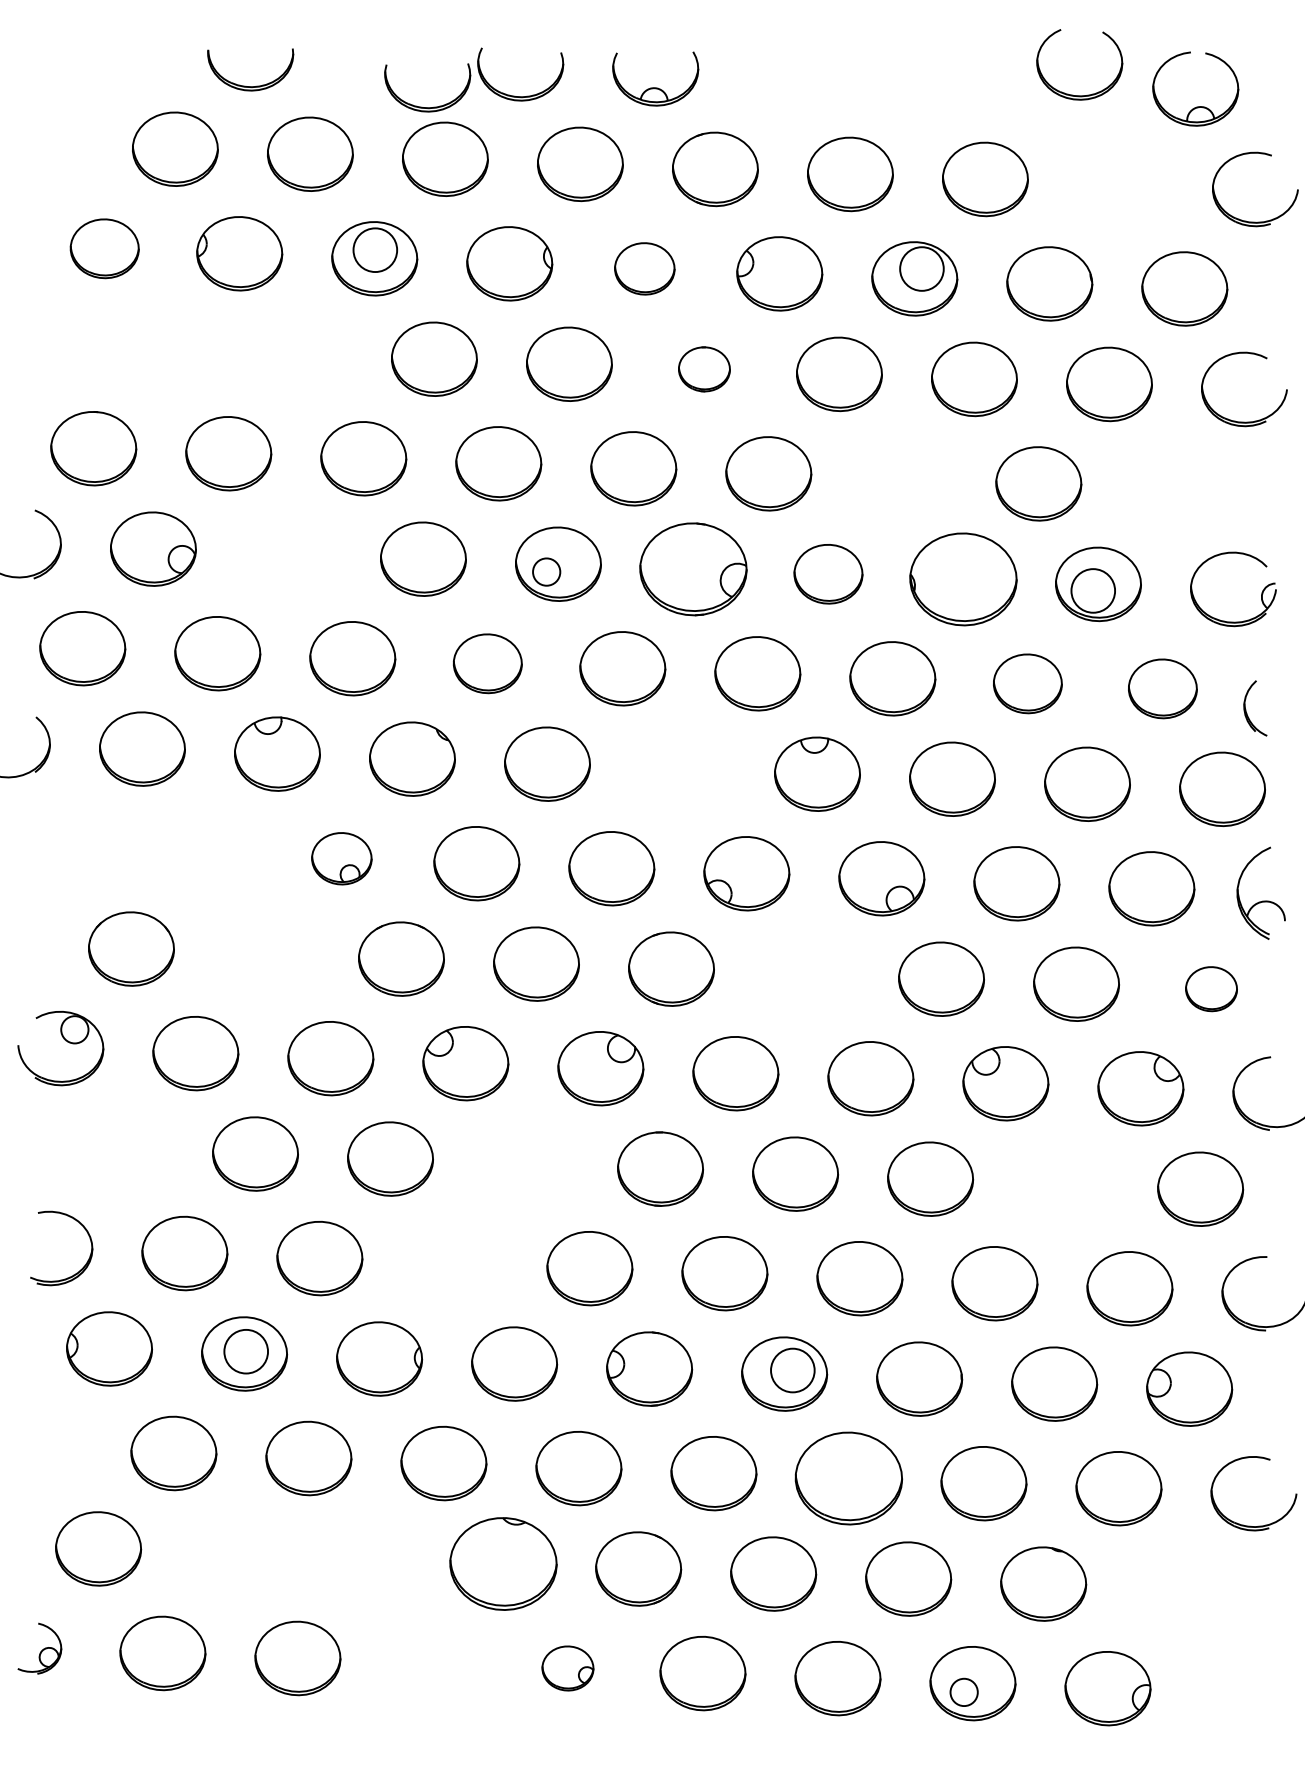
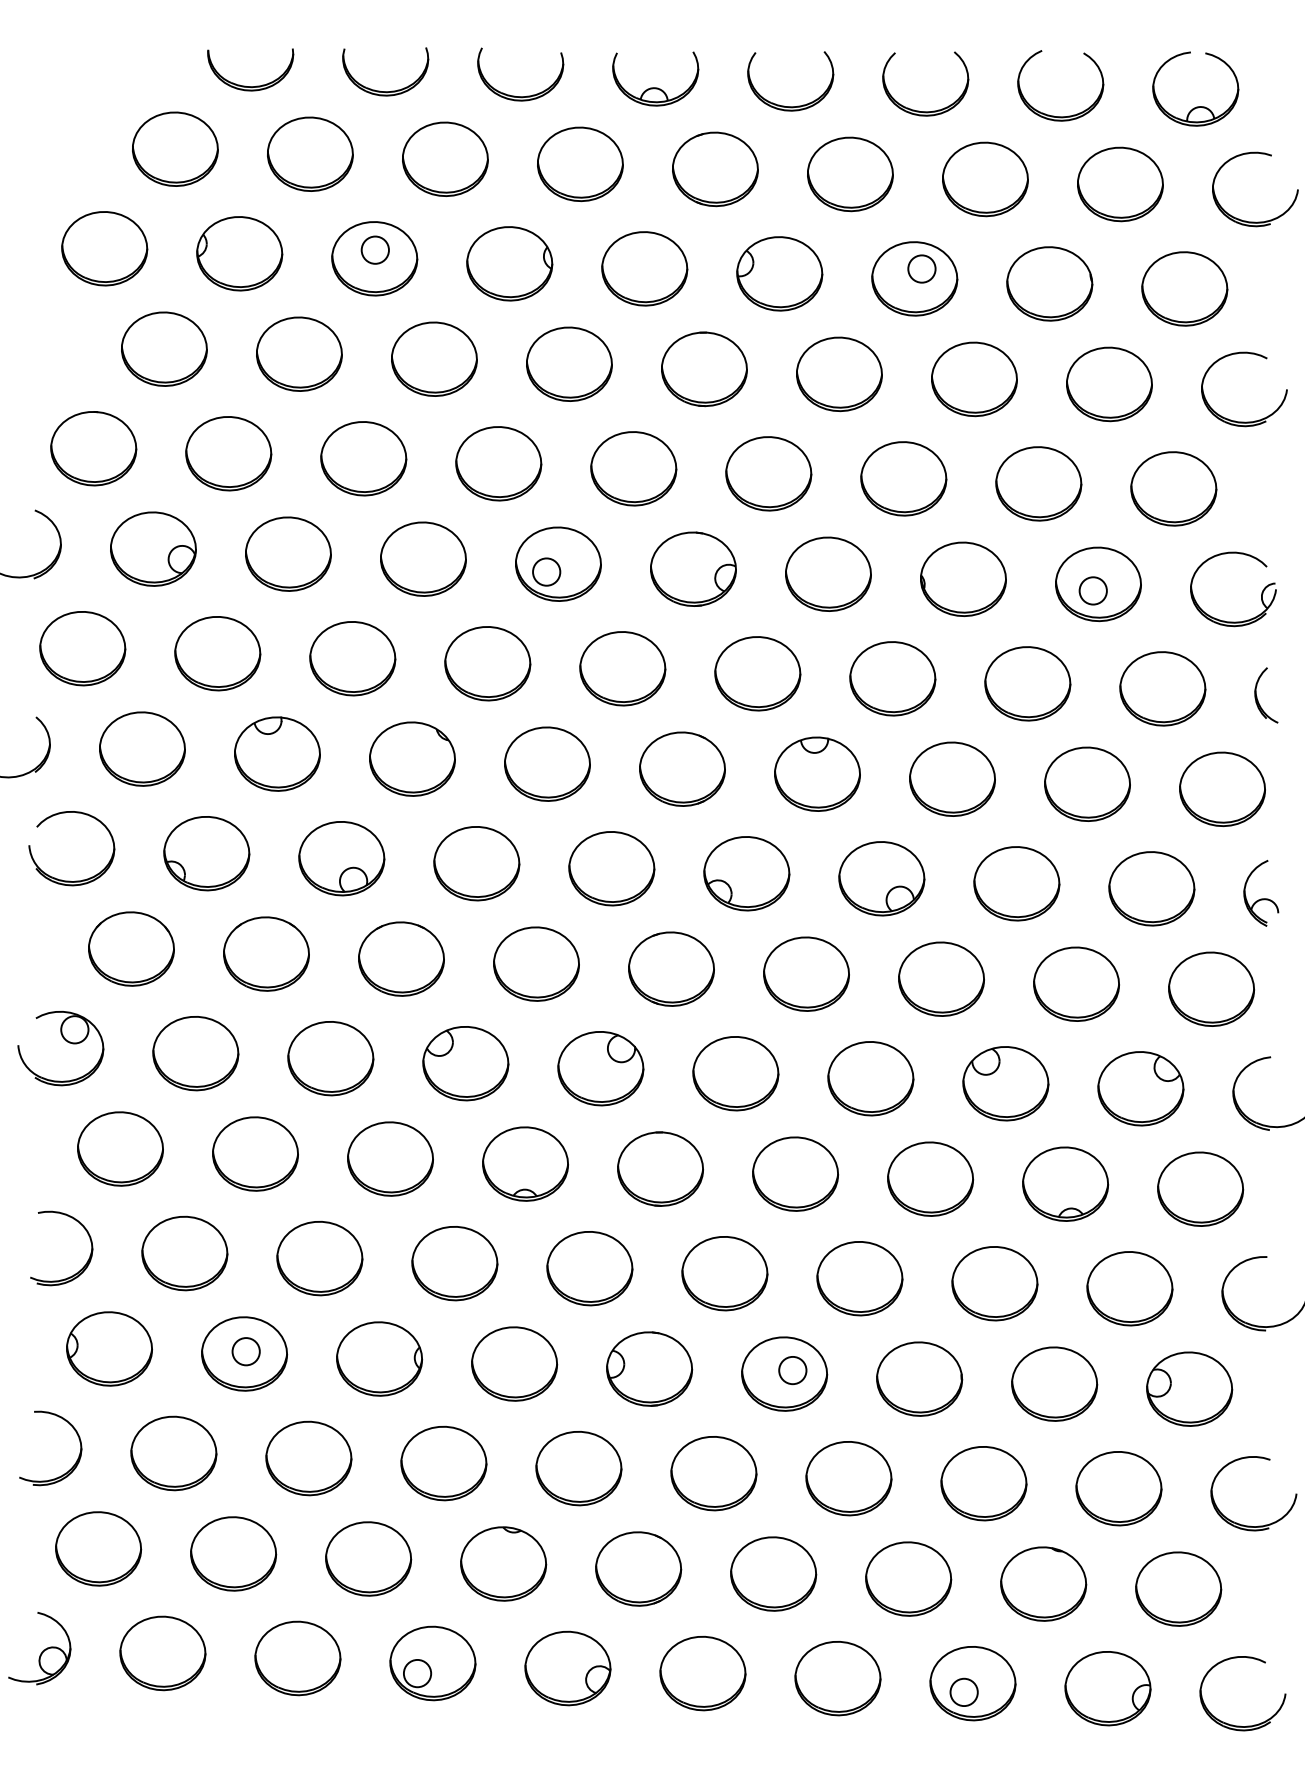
part at (1072, 94) position: (1072, 94) -> (1053, 115)
part at (784, 105): none -> present
part at (421, 106) position: (421, 106) -> (379, 90)
part at (919, 110): none -> present
part at (1120, 184): none -> present
part at (104, 248) size: 71x62 px -> 88x76 px
circle at (375, 250) diameter: 44 px -> 27 px
part at (644, 268) size: 62x54 px -> 88x76 px
circle at (921, 268) diameter: 44 px -> 27 px
part at (164, 348): none -> present
part at (299, 353): none -> present
part at (704, 369) size: 53x47 px -> 87x77 px
part at (903, 478): none -> present
part at (1173, 488): none -> present
part at (288, 553): none -> present
part at (693, 569) size: 109x95 px -> 87x76 px
part at (828, 574) size: 71x61 px -> 87x76 px
part at (963, 579) size: 109x95 px -> 87x76 px
circle at (1093, 590) diameter: 44 px -> 27 px
part at (487, 663) size: 71x62 px -> 88x76 px
part at (1027, 683) size: 70x62 px -> 88x76 px
part at (1162, 688) size: 70x62 px -> 88x76 px
part at (1246, 709) position: (1246, 709) -> (1257, 696)
part at (682, 768): none -> present
part at (206, 853): none -> present
part at (341, 858) size: 62x54 px -> 88x76 px
part at (70, 880): none -> present
part at (1260, 892) size: 50x94 px -> 37x67 px
part at (266, 953): none -> present
part at (806, 973): none -> present
part at (1211, 989) size: 53x47 px -> 87x76 px
part at (120, 1148): none -> present
part at (525, 1163): none -> present
part at (1065, 1183): none -> present
part at (454, 1263): none -> present
circle at (246, 1351) diameter: 44 px -> 27 px
circle at (792, 1370) diameter: 44 px -> 27 px
part at (70, 1468): none -> present
part at (848, 1478) size: 110x95 px -> 88x76 px
part at (233, 1553): none -> present
part at (368, 1558): none -> present
part at (503, 1563) size: 109x94 px -> 88x76 px
part at (1178, 1588): none -> present
part at (39, 1648) size: 46x53 px -> 64x74 px
part at (432, 1663): none -> present
part at (567, 1668) size: 54x47 px -> 88x77 px
part at (1240, 1725): none -> present
